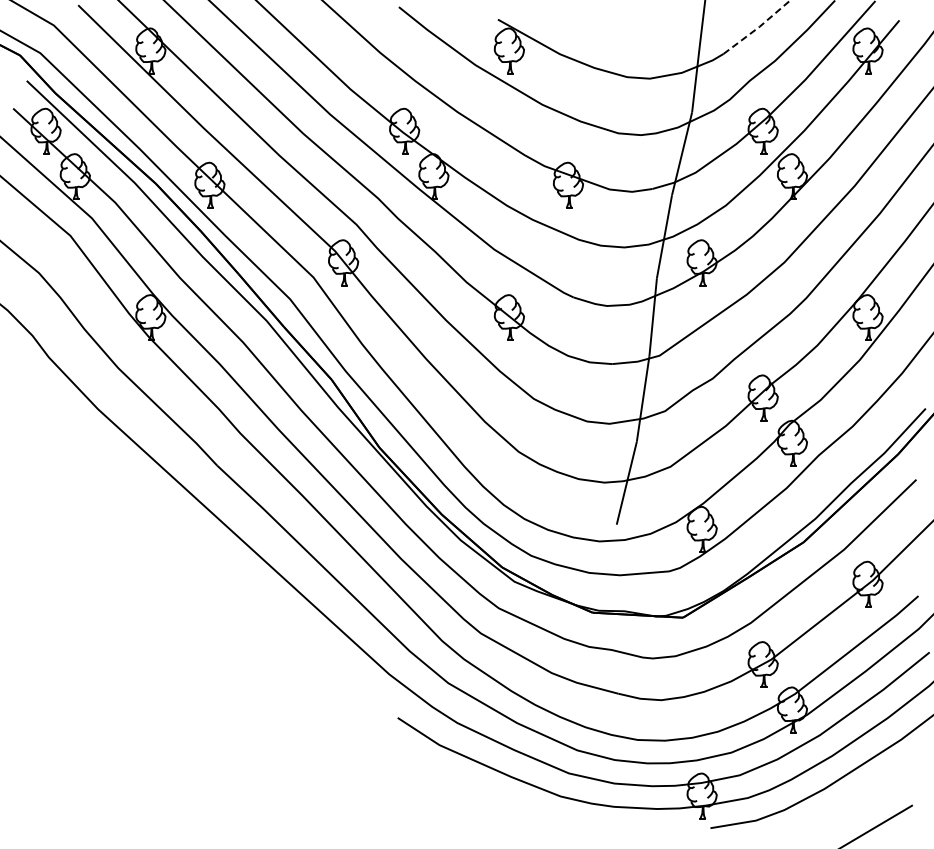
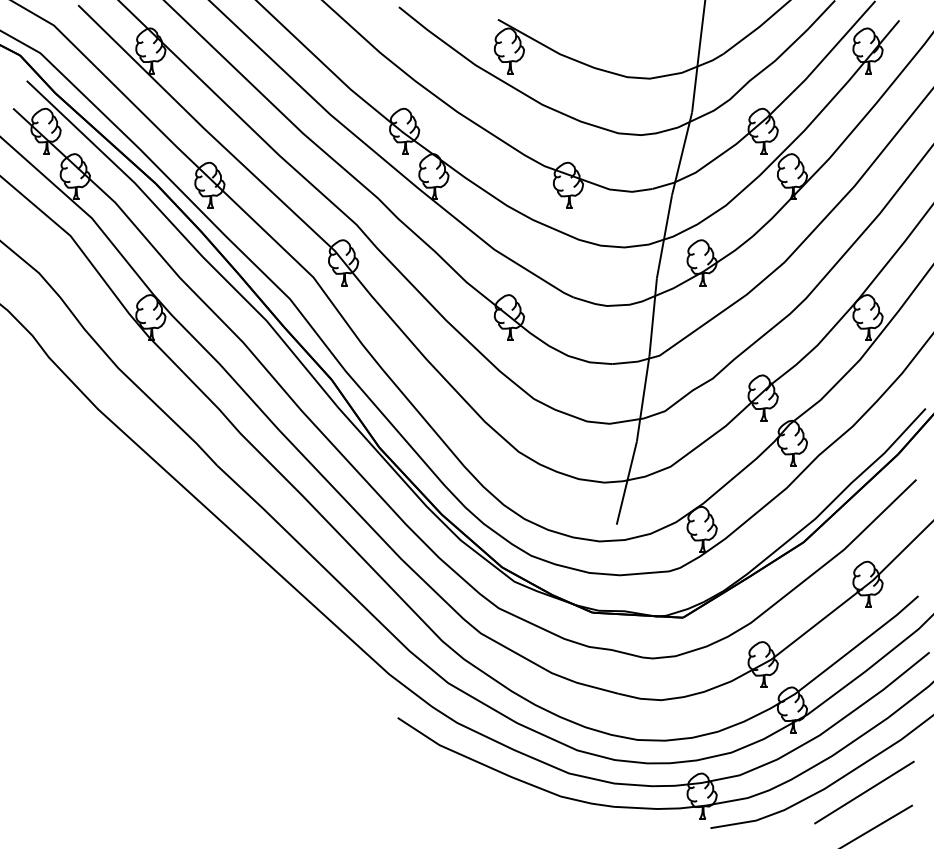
line at (758, 27): dashed -> solid
line at (864, 792): none -> present
